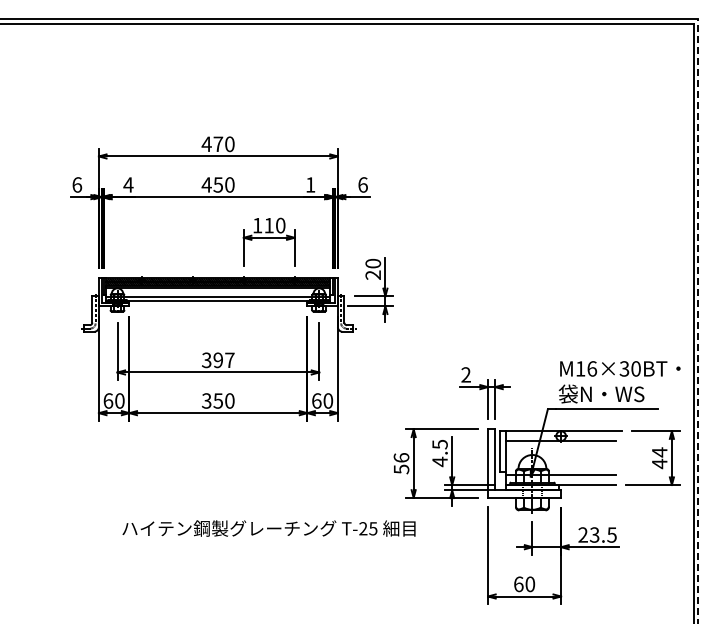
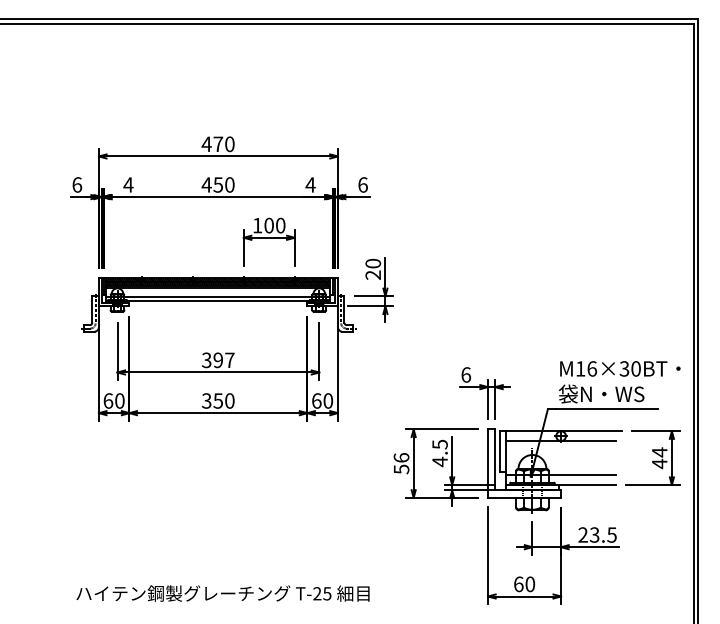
text at (310, 184): 1 -> 4
text at (268, 225): 110 -> 100
line at (698, 320): dashed -> solid
text at (466, 374): 2 -> 6
text at (268, 528) position: (268, 528) -> (222, 593)
